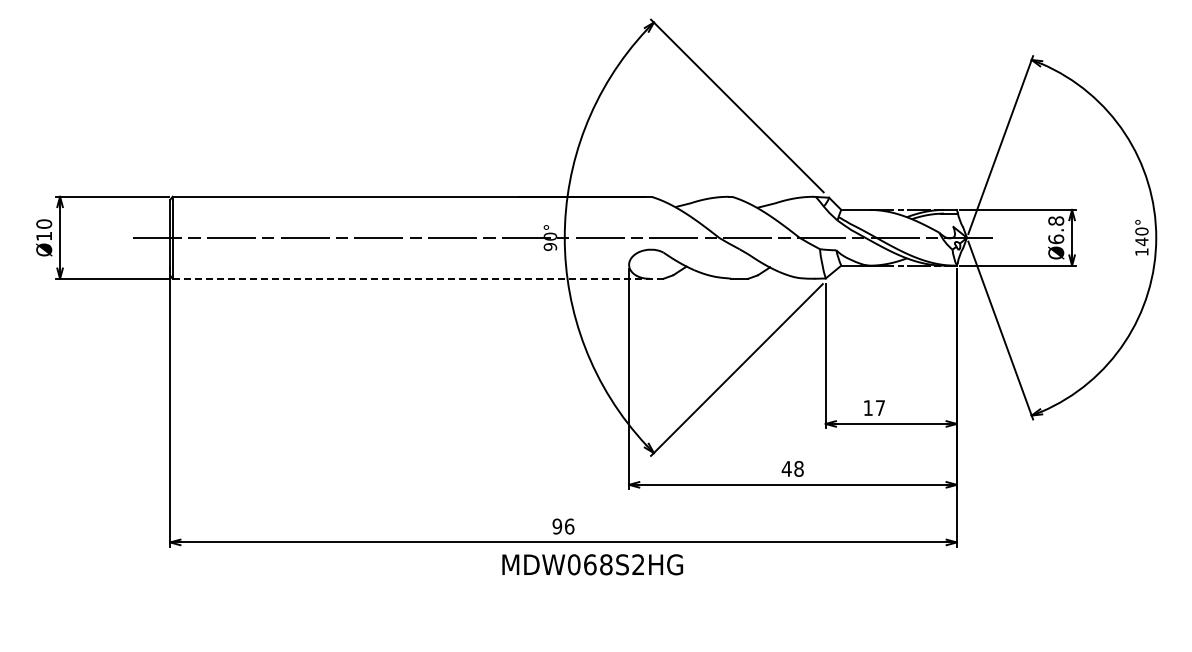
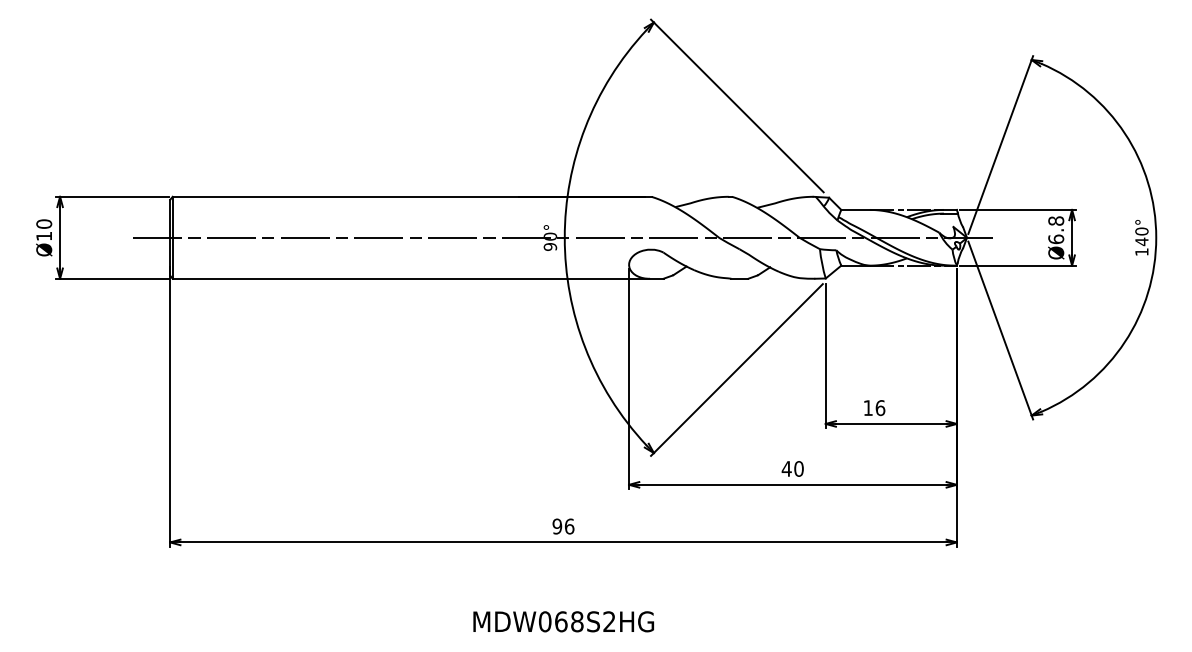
line at (417, 278): dashed -> solid
text at (880, 408): 17 -> 16
text at (798, 468): 48 -> 40
text at (592, 564) position: (592, 564) -> (563, 621)
